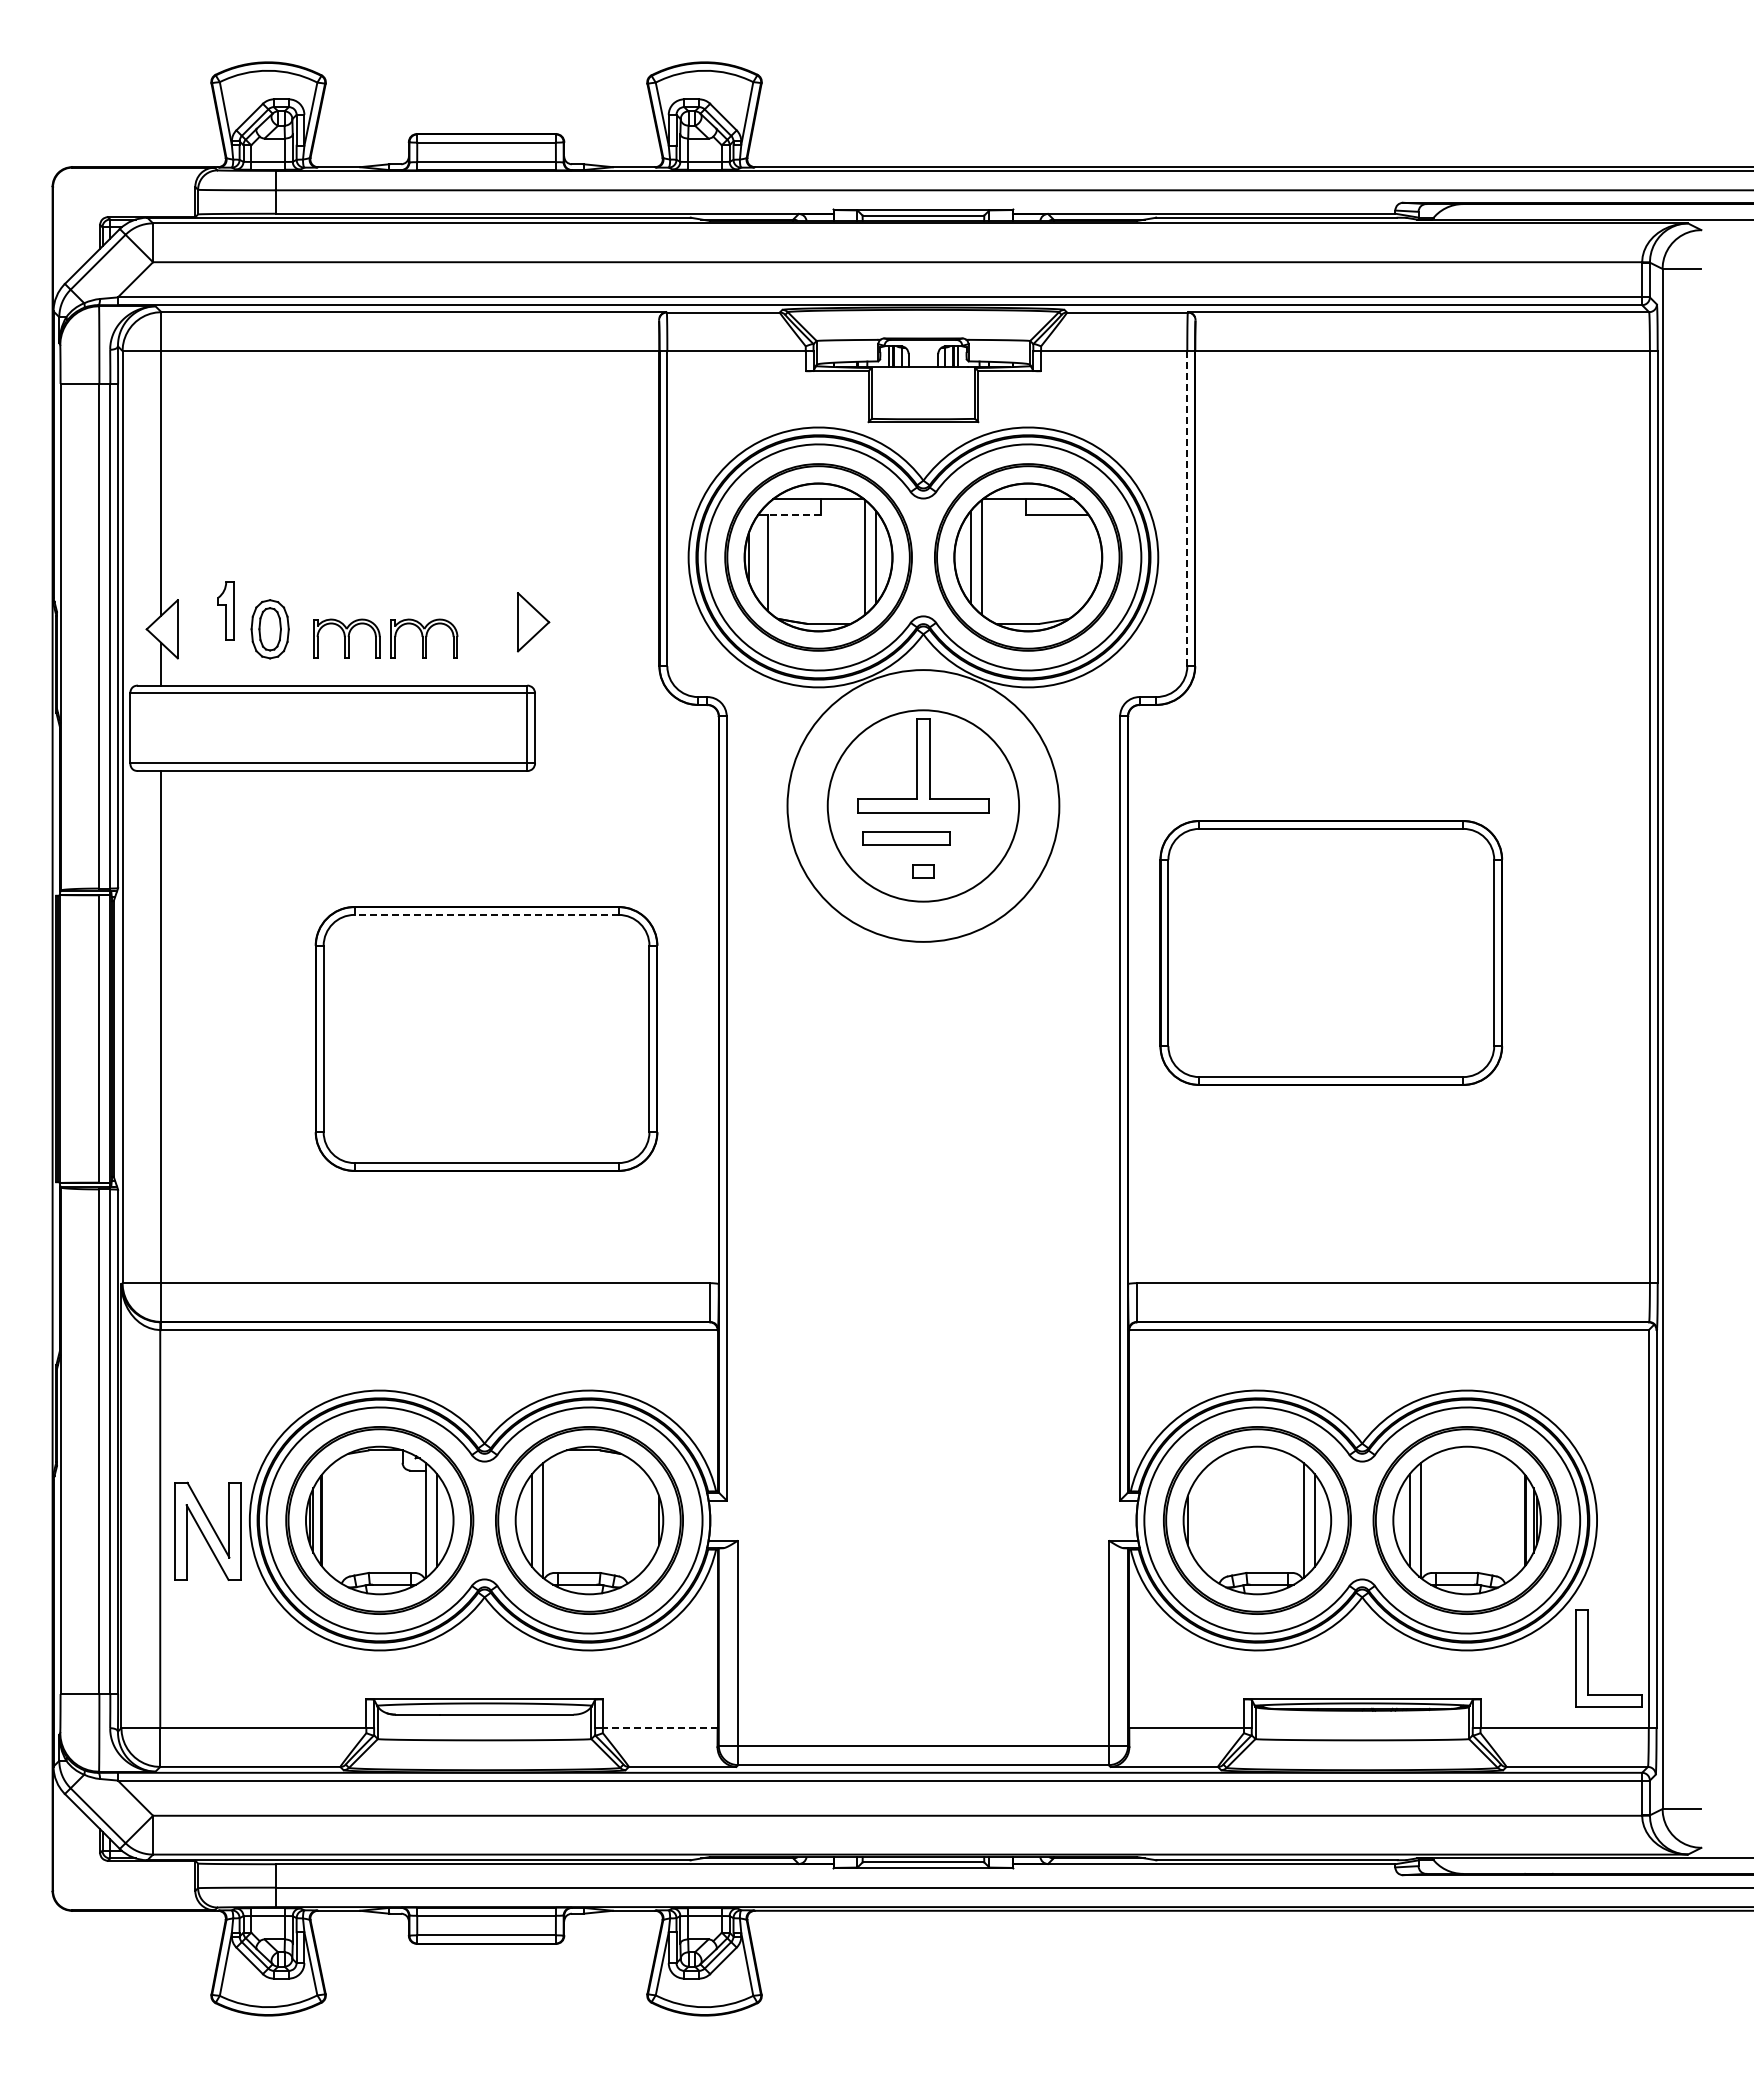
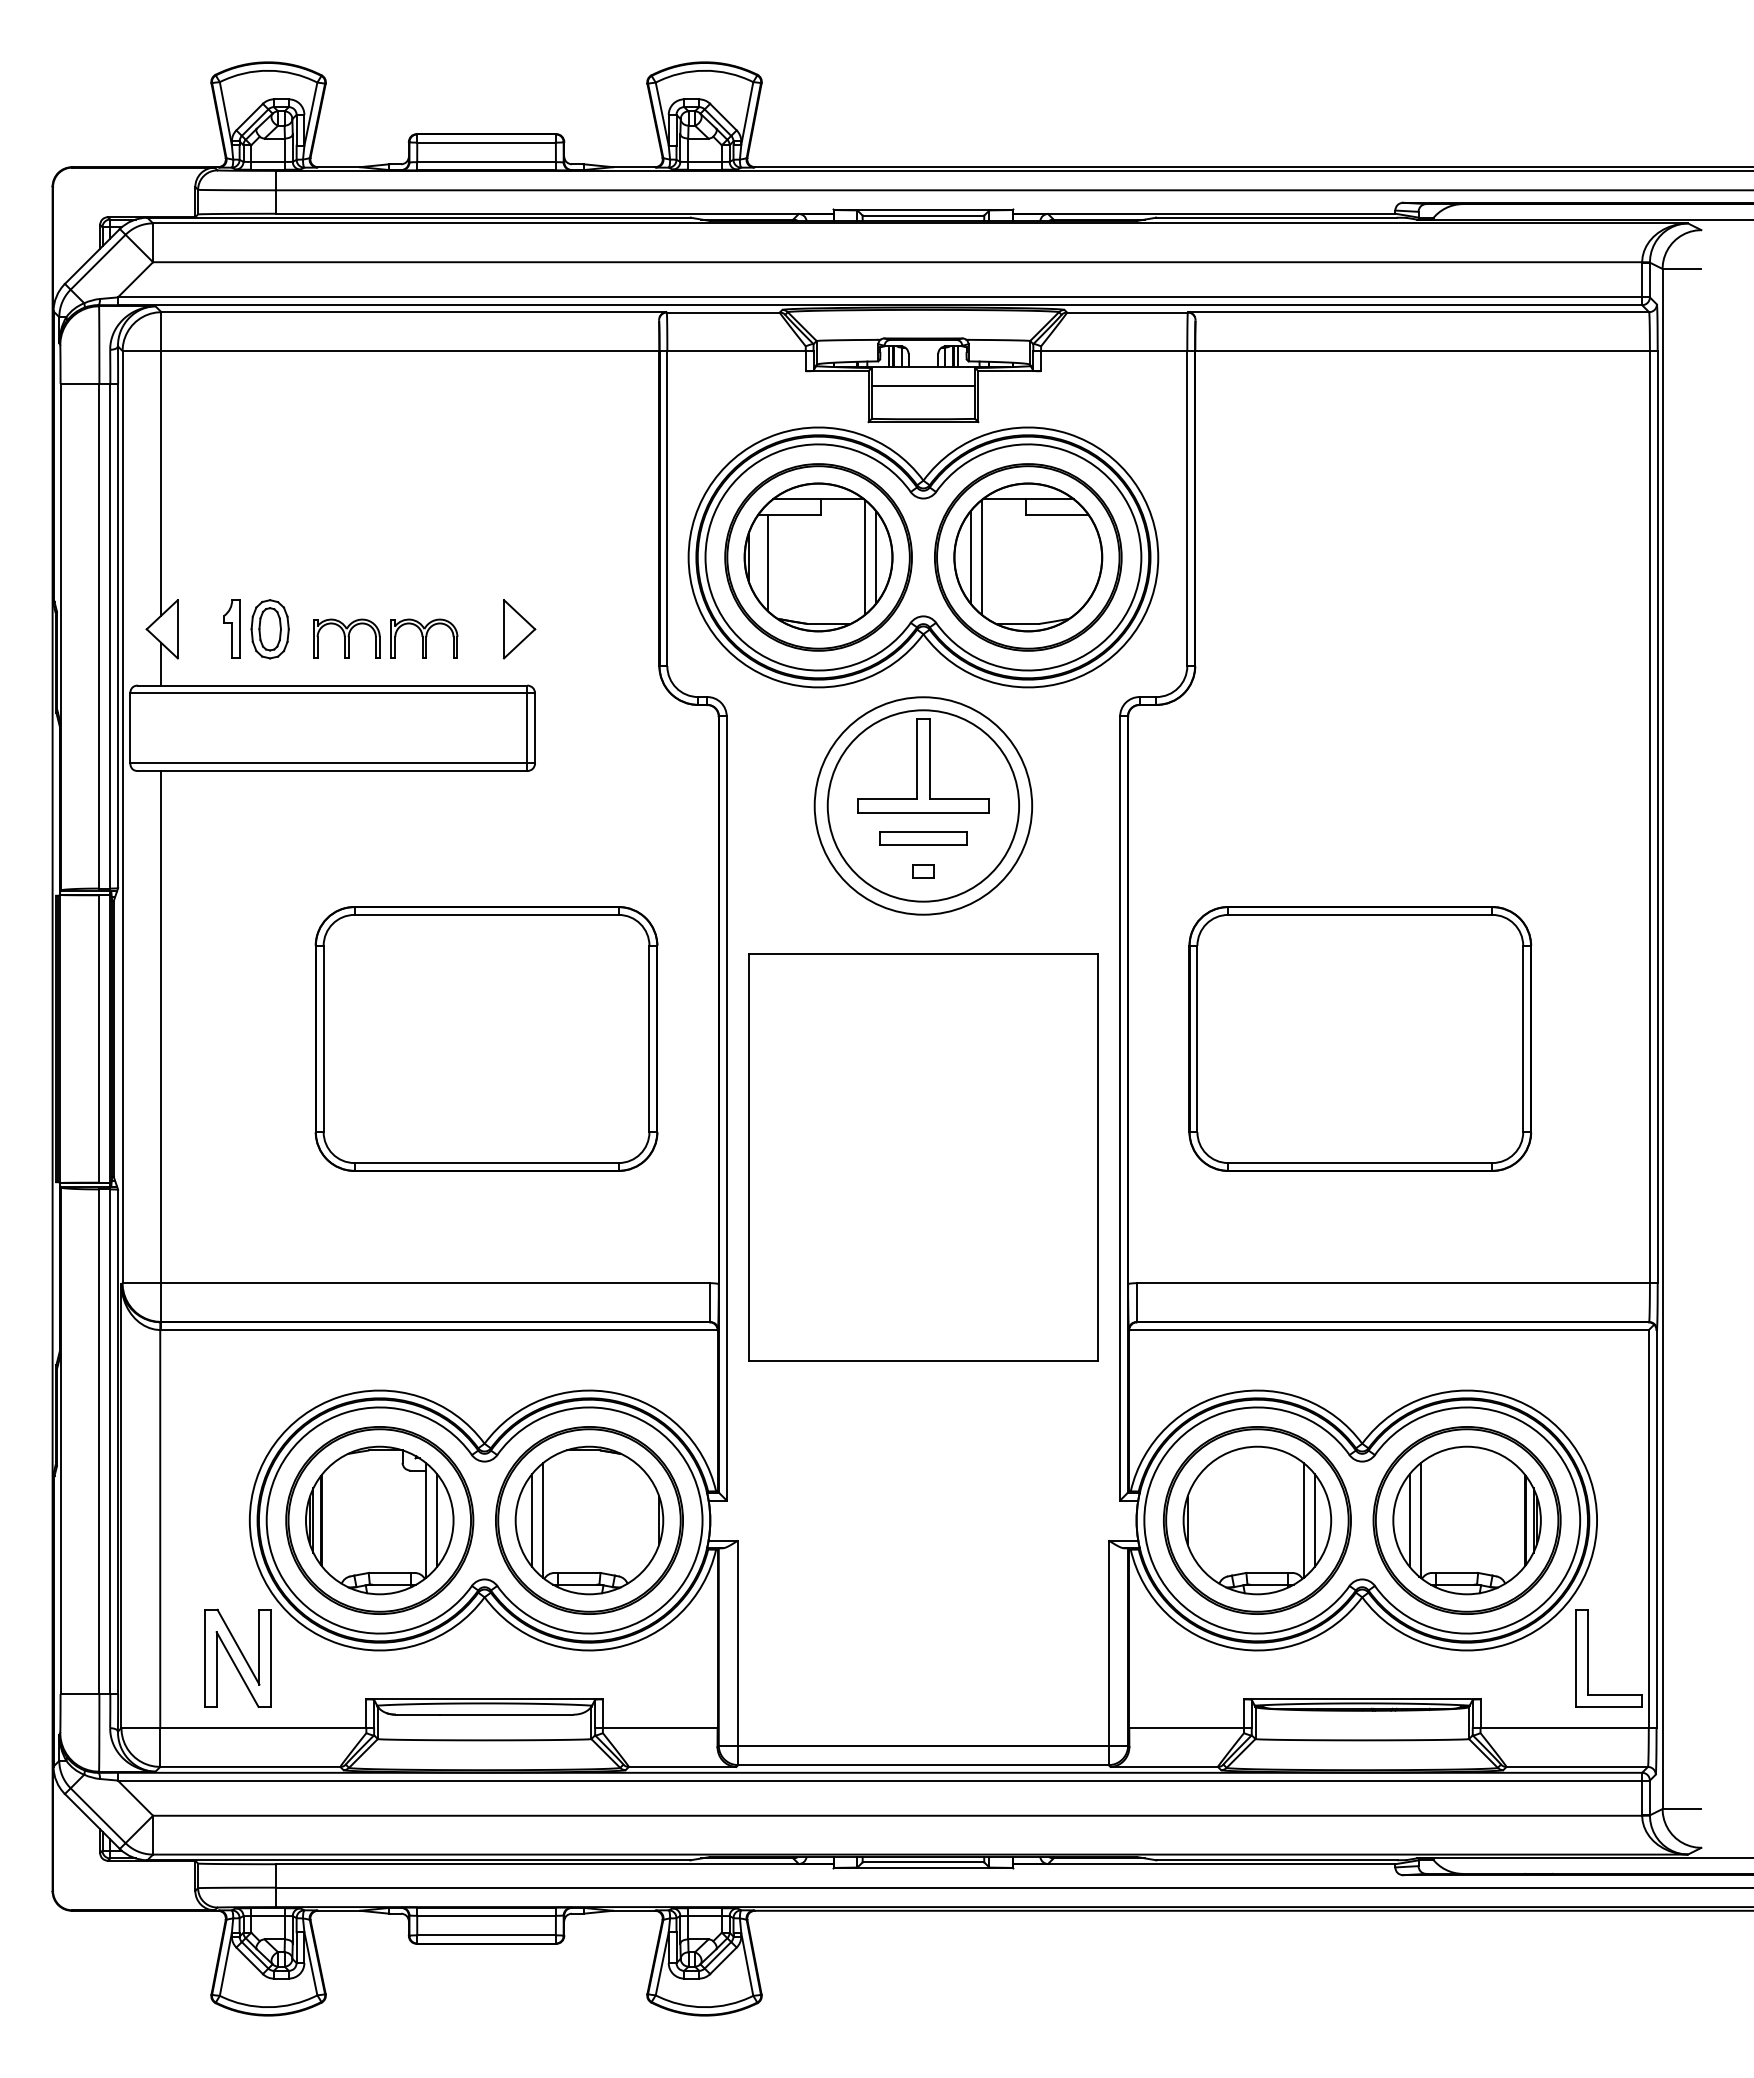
line at (923, 385): none -> present
line at (1187, 508): dashed -> solid
line at (793, 514): dashed -> solid
part at (225, 610) position: (225, 610) -> (231, 628)
part at (533, 622) position: (533, 622) -> (519, 629)
circle at (923, 805) diameter: 272 px -> 217 px
part at (906, 838) position: (906, 838) -> (923, 838)
line at (486, 914): dashed -> solid
part at (1331, 952) position: (1331, 952) -> (1360, 1038)
part at (923, 1157): none -> present
part at (207, 1530) position: (207, 1530) -> (237, 1657)
line at (659, 1728): dashed -> solid
